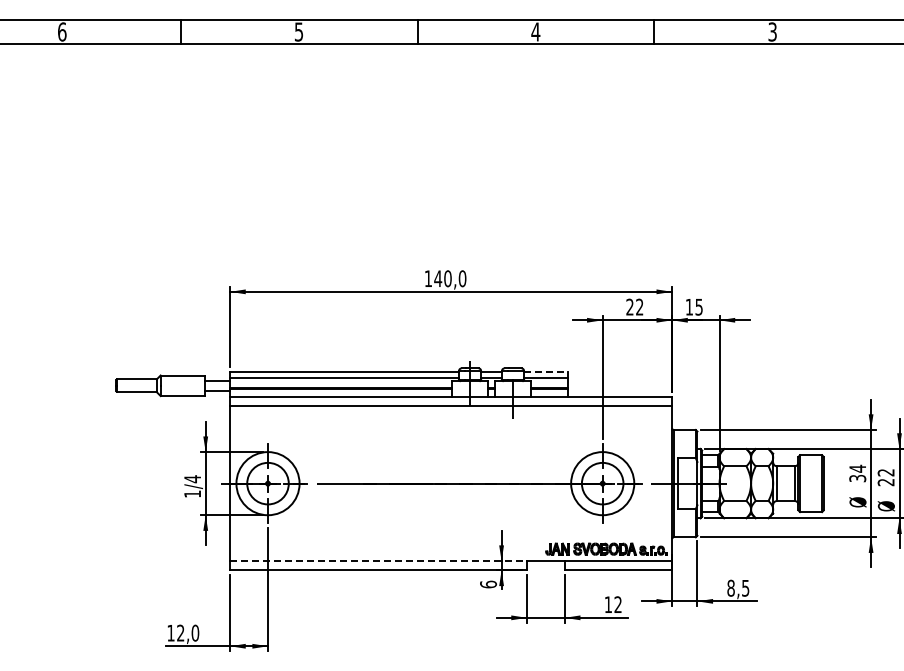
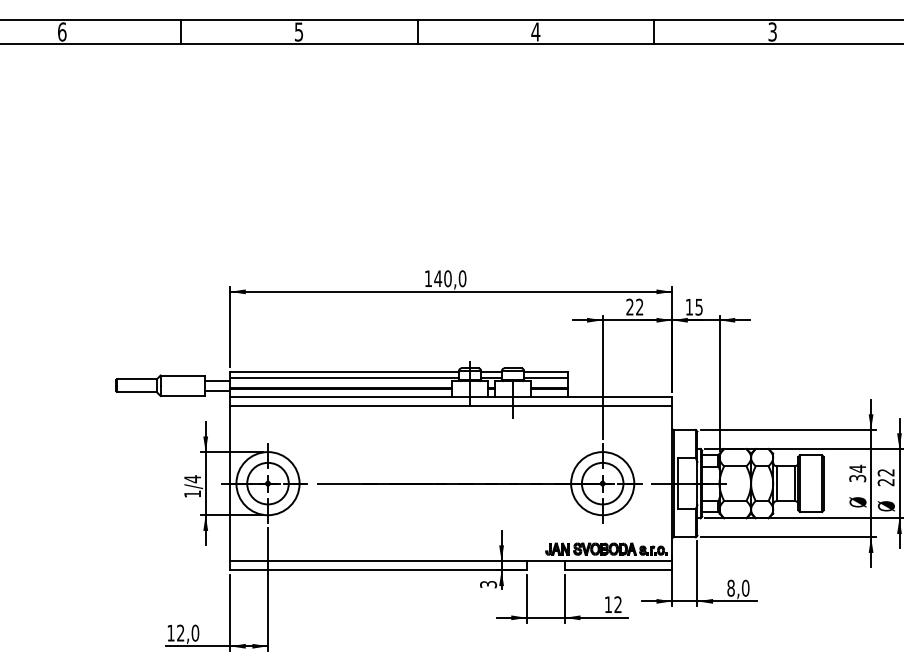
line at (546, 371): dashed -> solid
line at (379, 561): dashed -> solid
text at (488, 584): 6 -> 3
text at (745, 587): 8,5 -> 8,0
